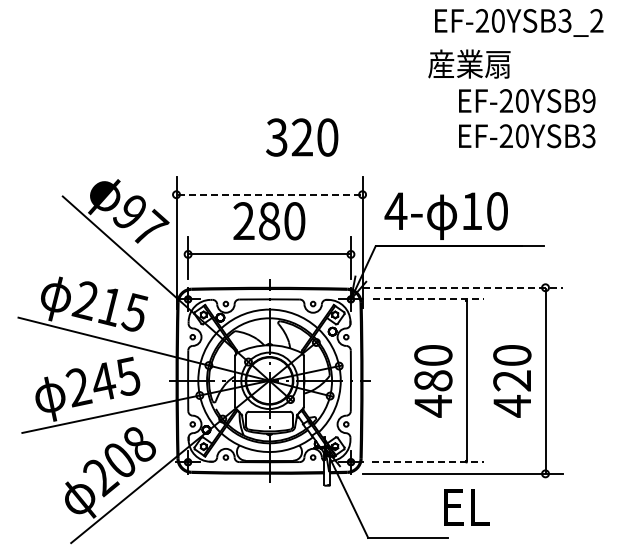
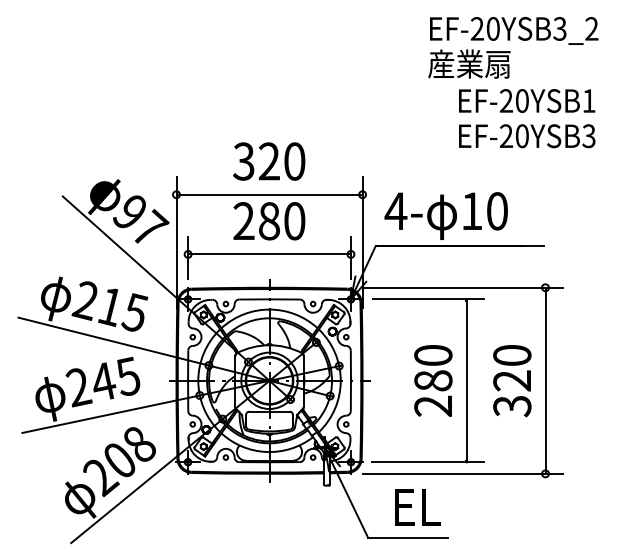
text at (519, 22) position: (519, 22) -> (514, 30)
text at (588, 100): EF-20YSB9 -> EF-20YSB1
text at (302, 137) position: (302, 137) -> (269, 161)
line at (269, 194): dashed -> solid
line at (463, 287): dashed -> solid
line at (428, 299): dashed -> solid
text at (432, 406): 480 -> 280
text at (512, 406): 420 -> 320
line at (428, 462): dashed -> solid
text at (466, 507) position: (466, 507) -> (417, 507)
